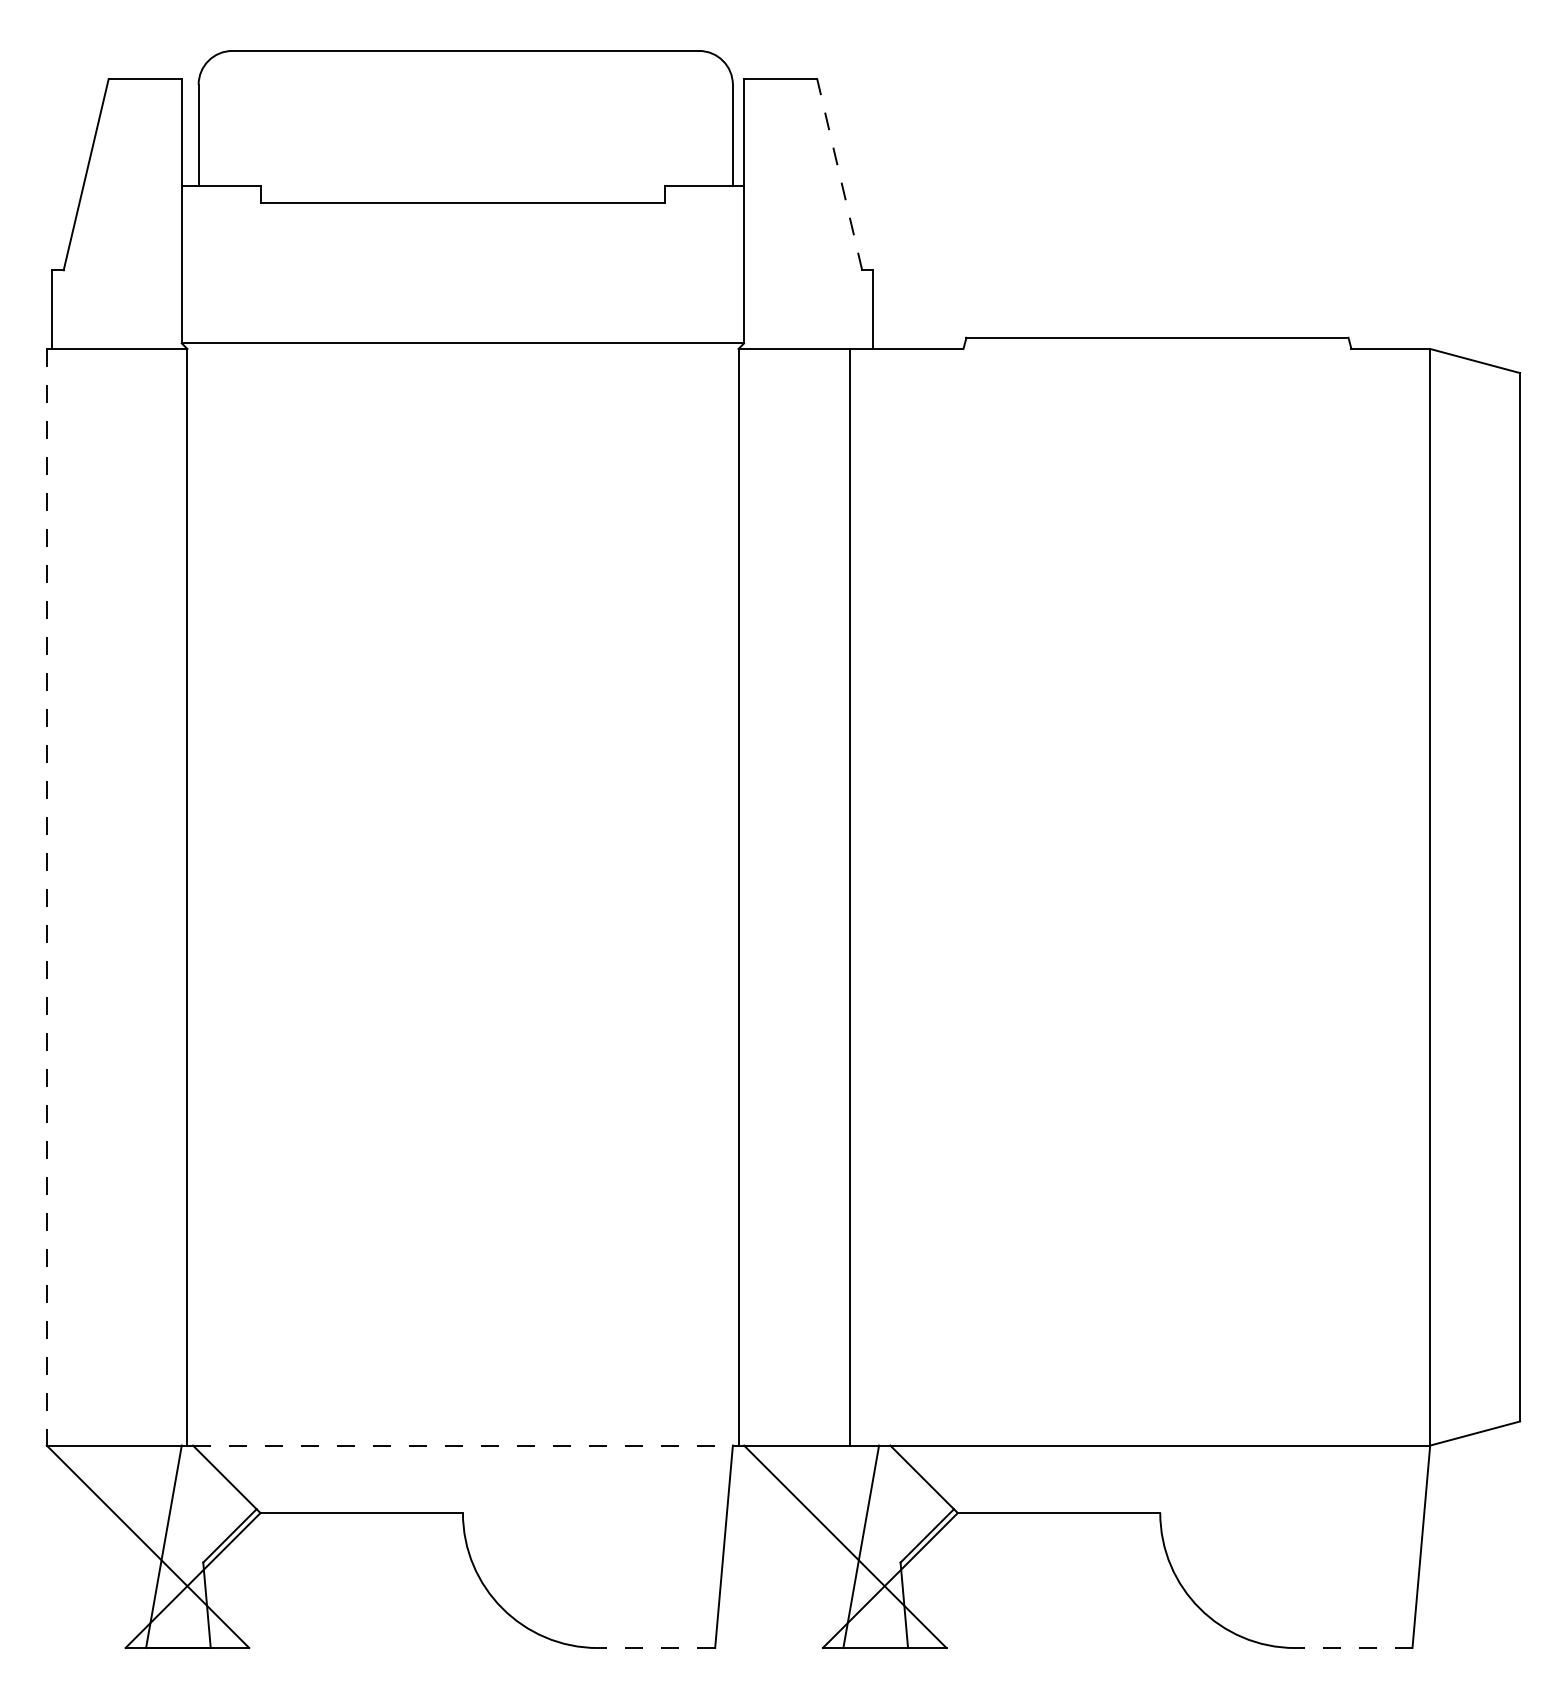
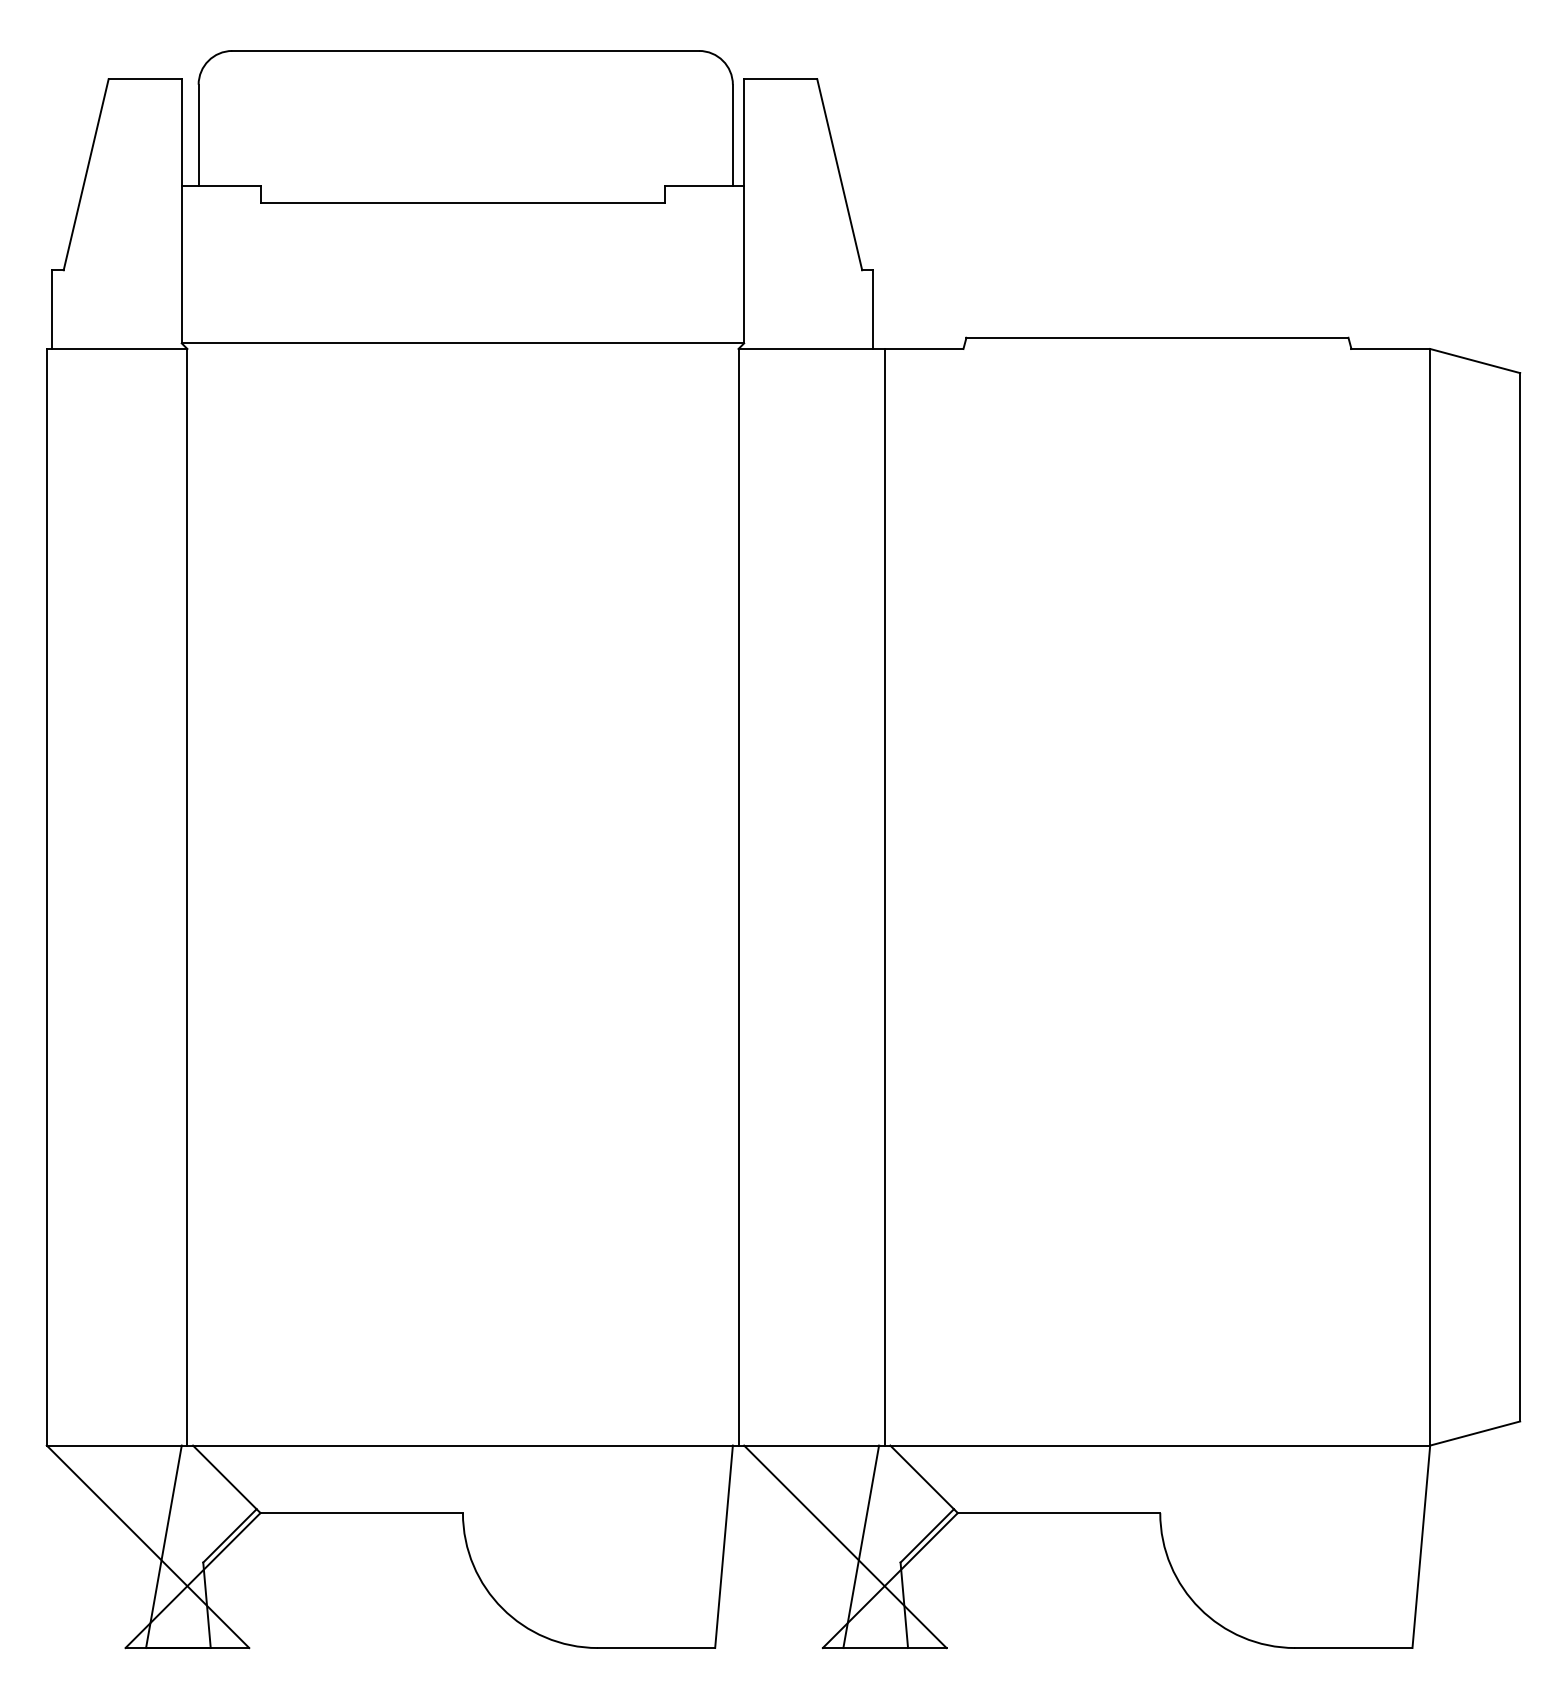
line at (839, 174): dashed -> solid
line at (46, 897): dashed -> solid
line at (849, 897) position: (849, 897) -> (884, 897)
line at (462, 1445): dashed -> solid
line at (656, 1648): dashed -> solid
line at (1353, 1648): dashed -> solid
